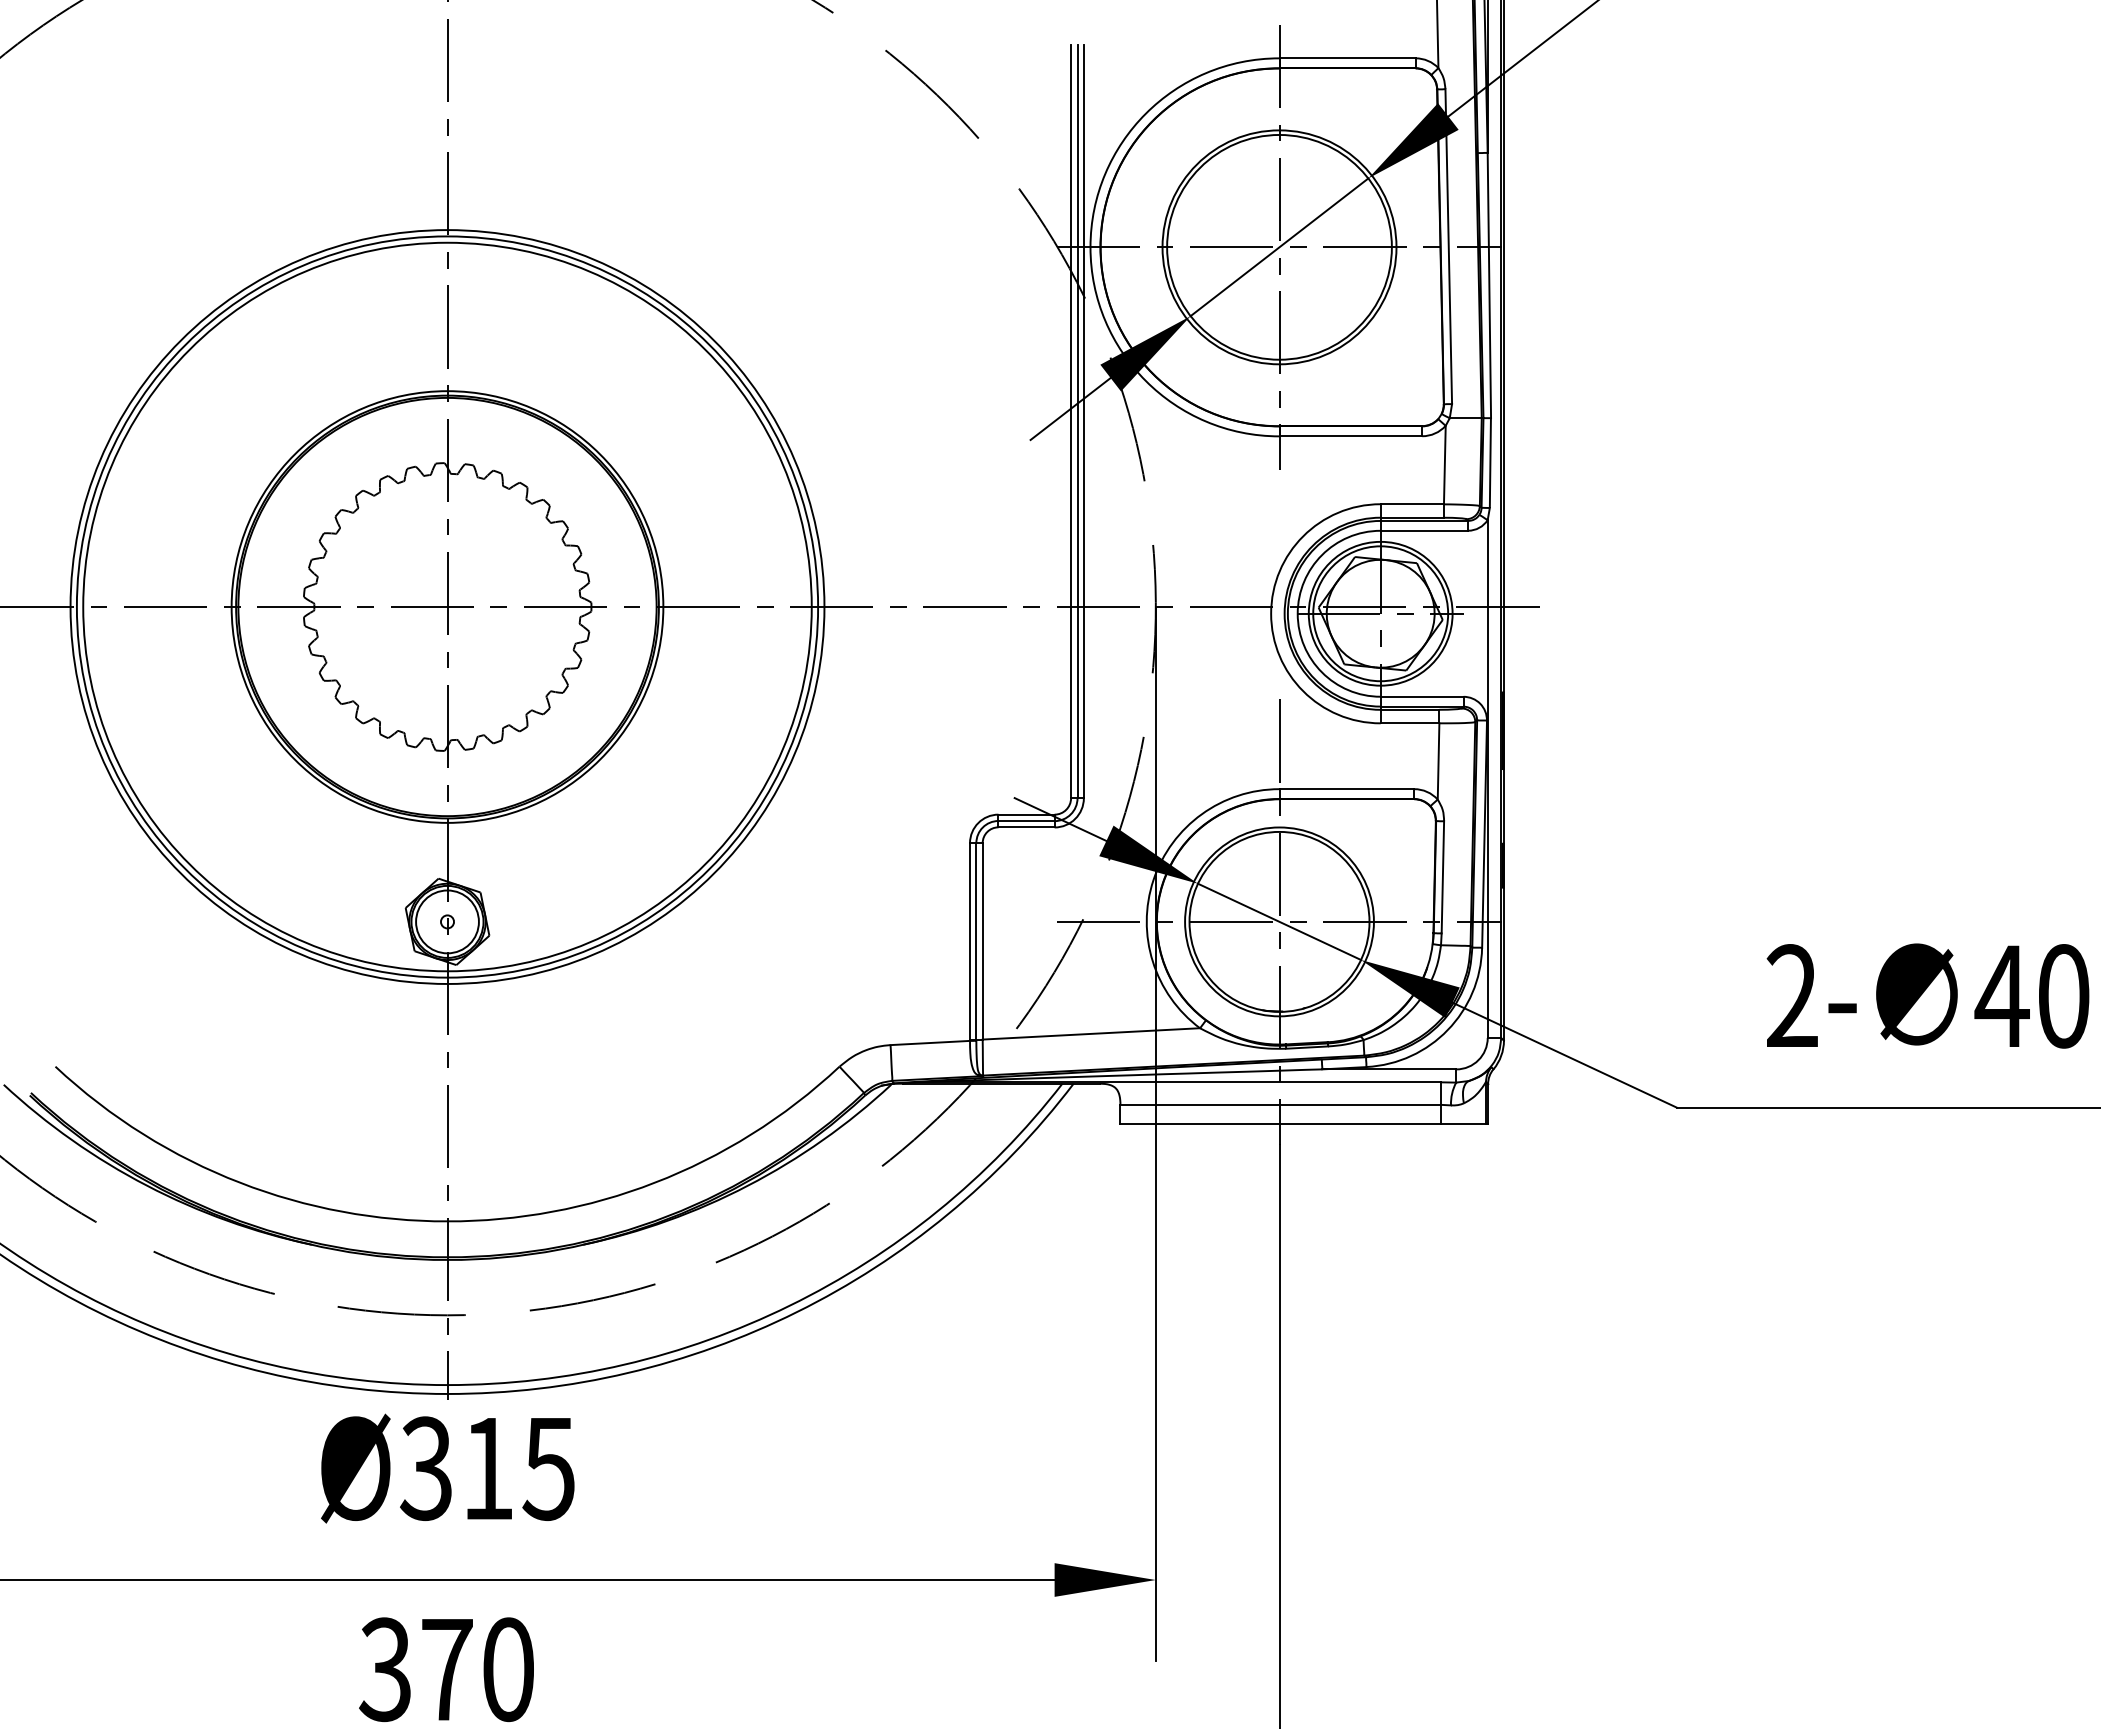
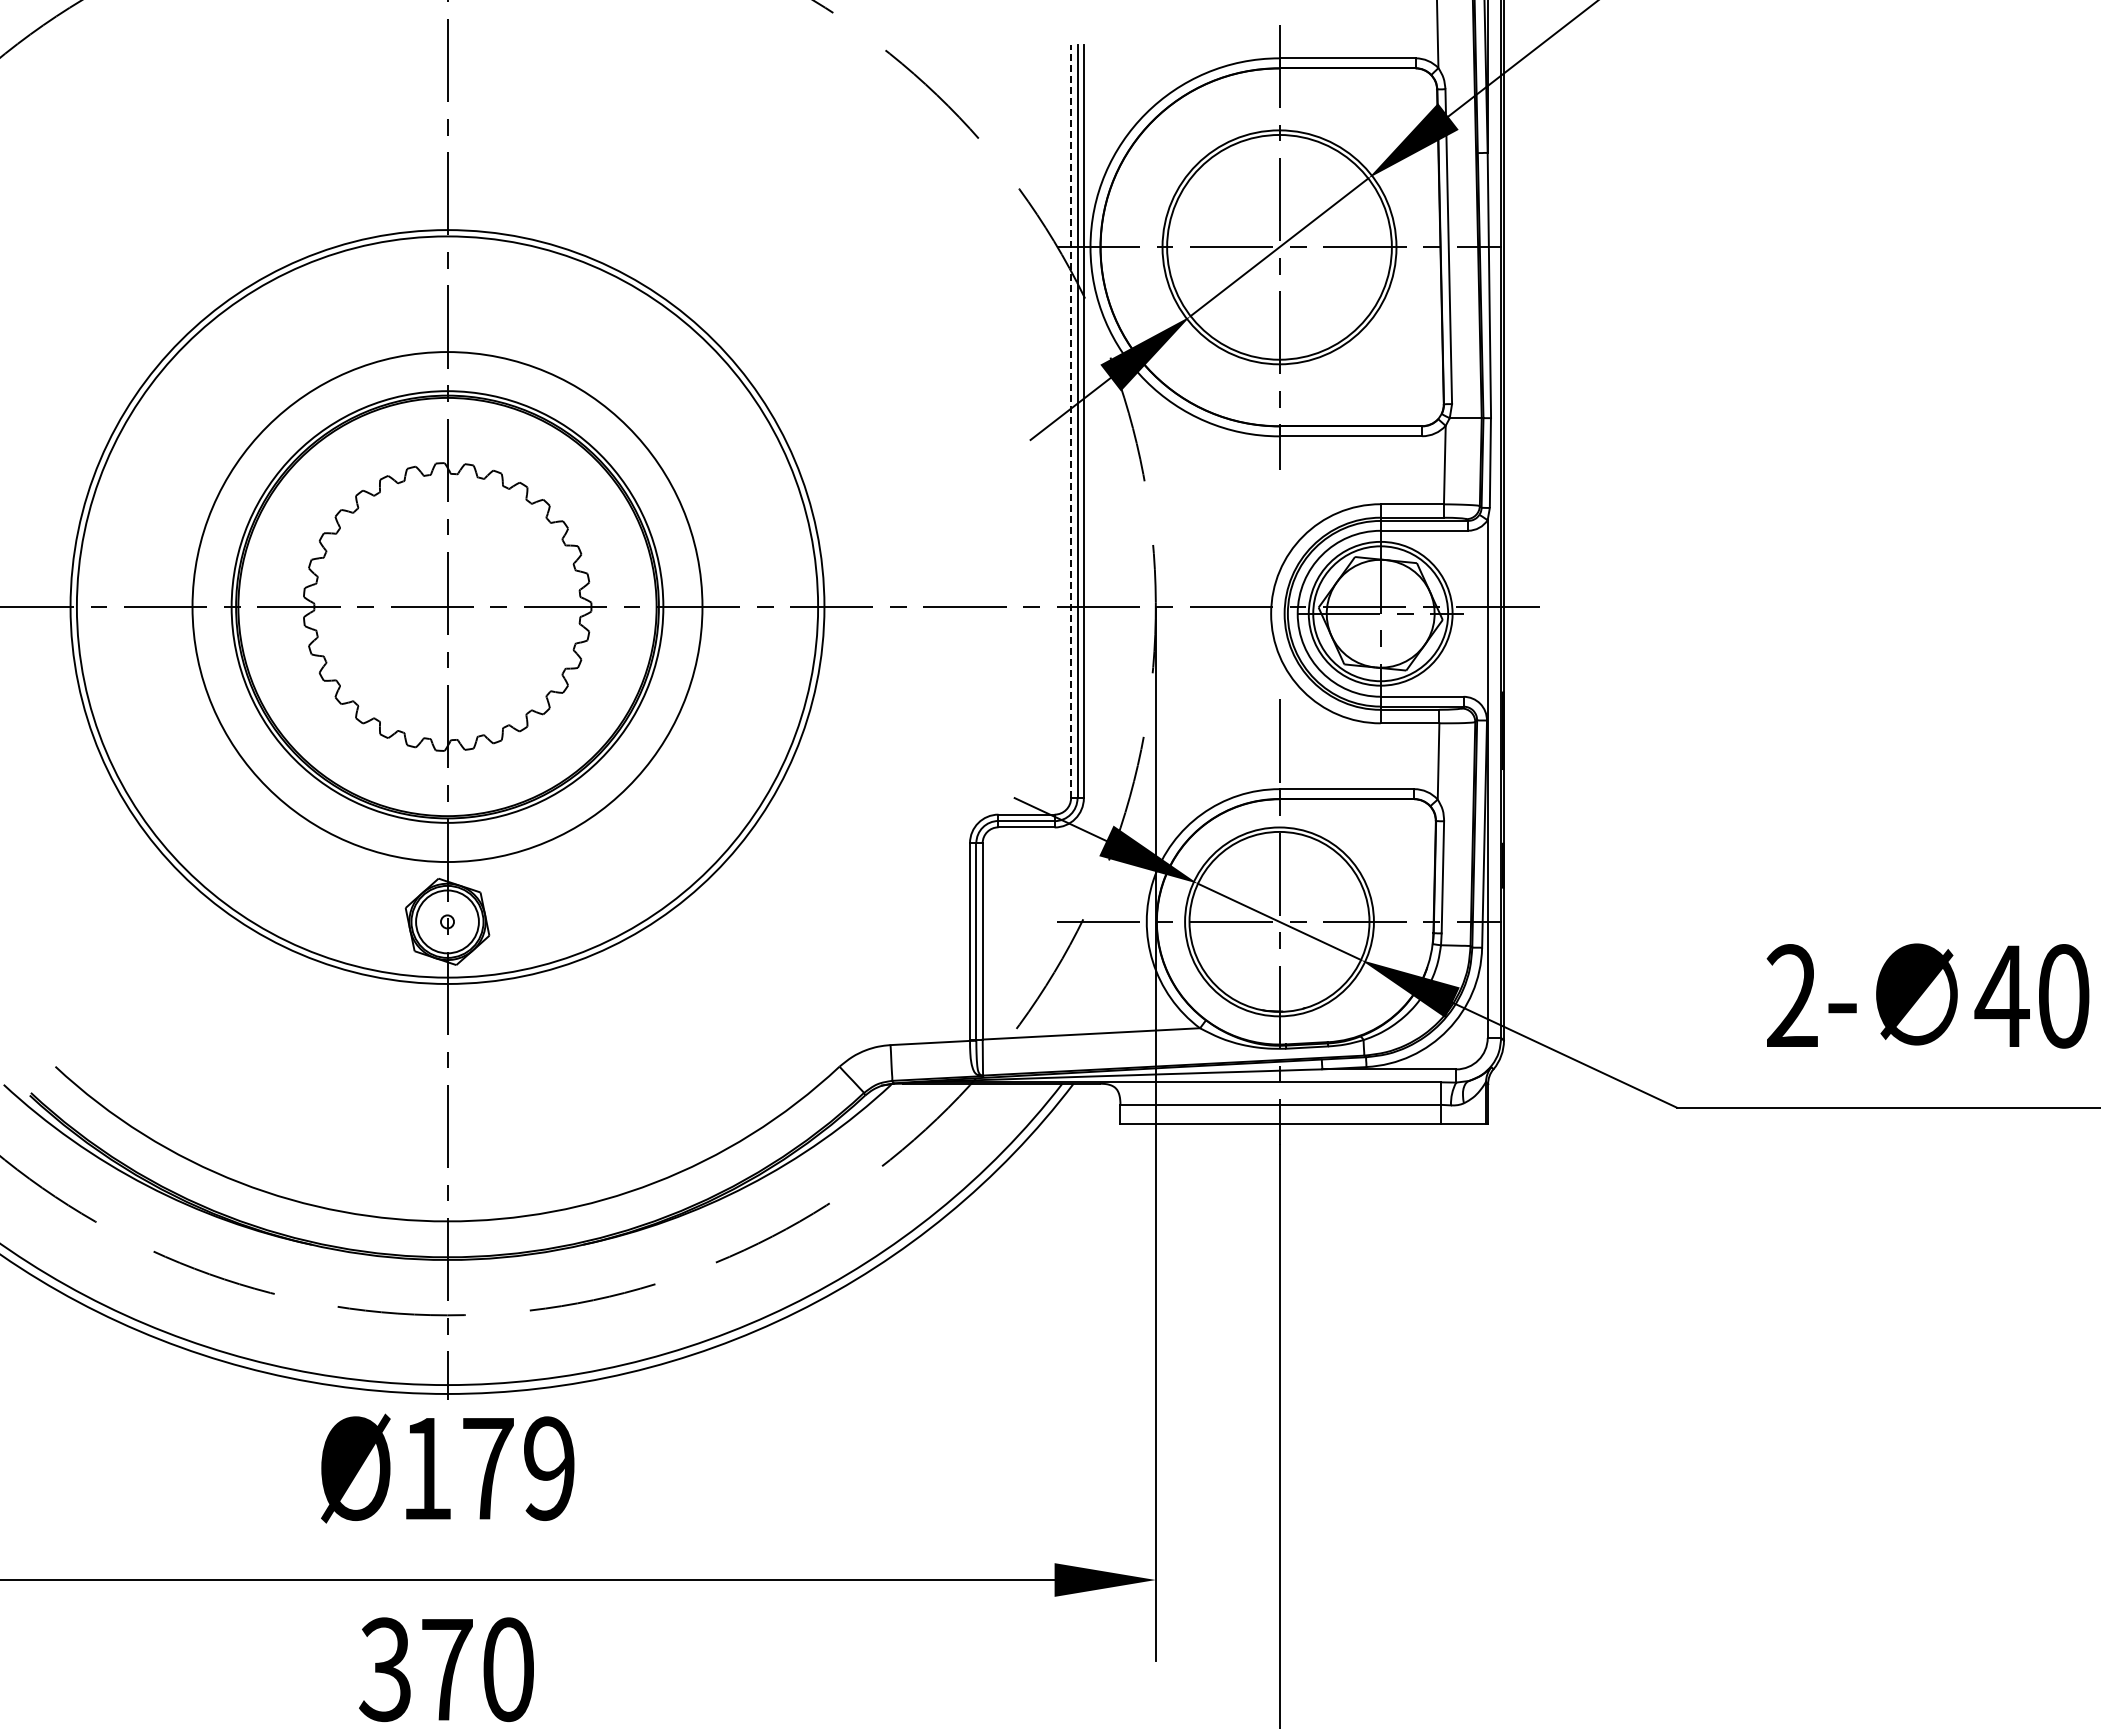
line at (1071, 421): solid -> dashed
circle at (447, 606) diameter: 729 px -> 510 px
text at (487, 1468): Ø315 -> Ø179
